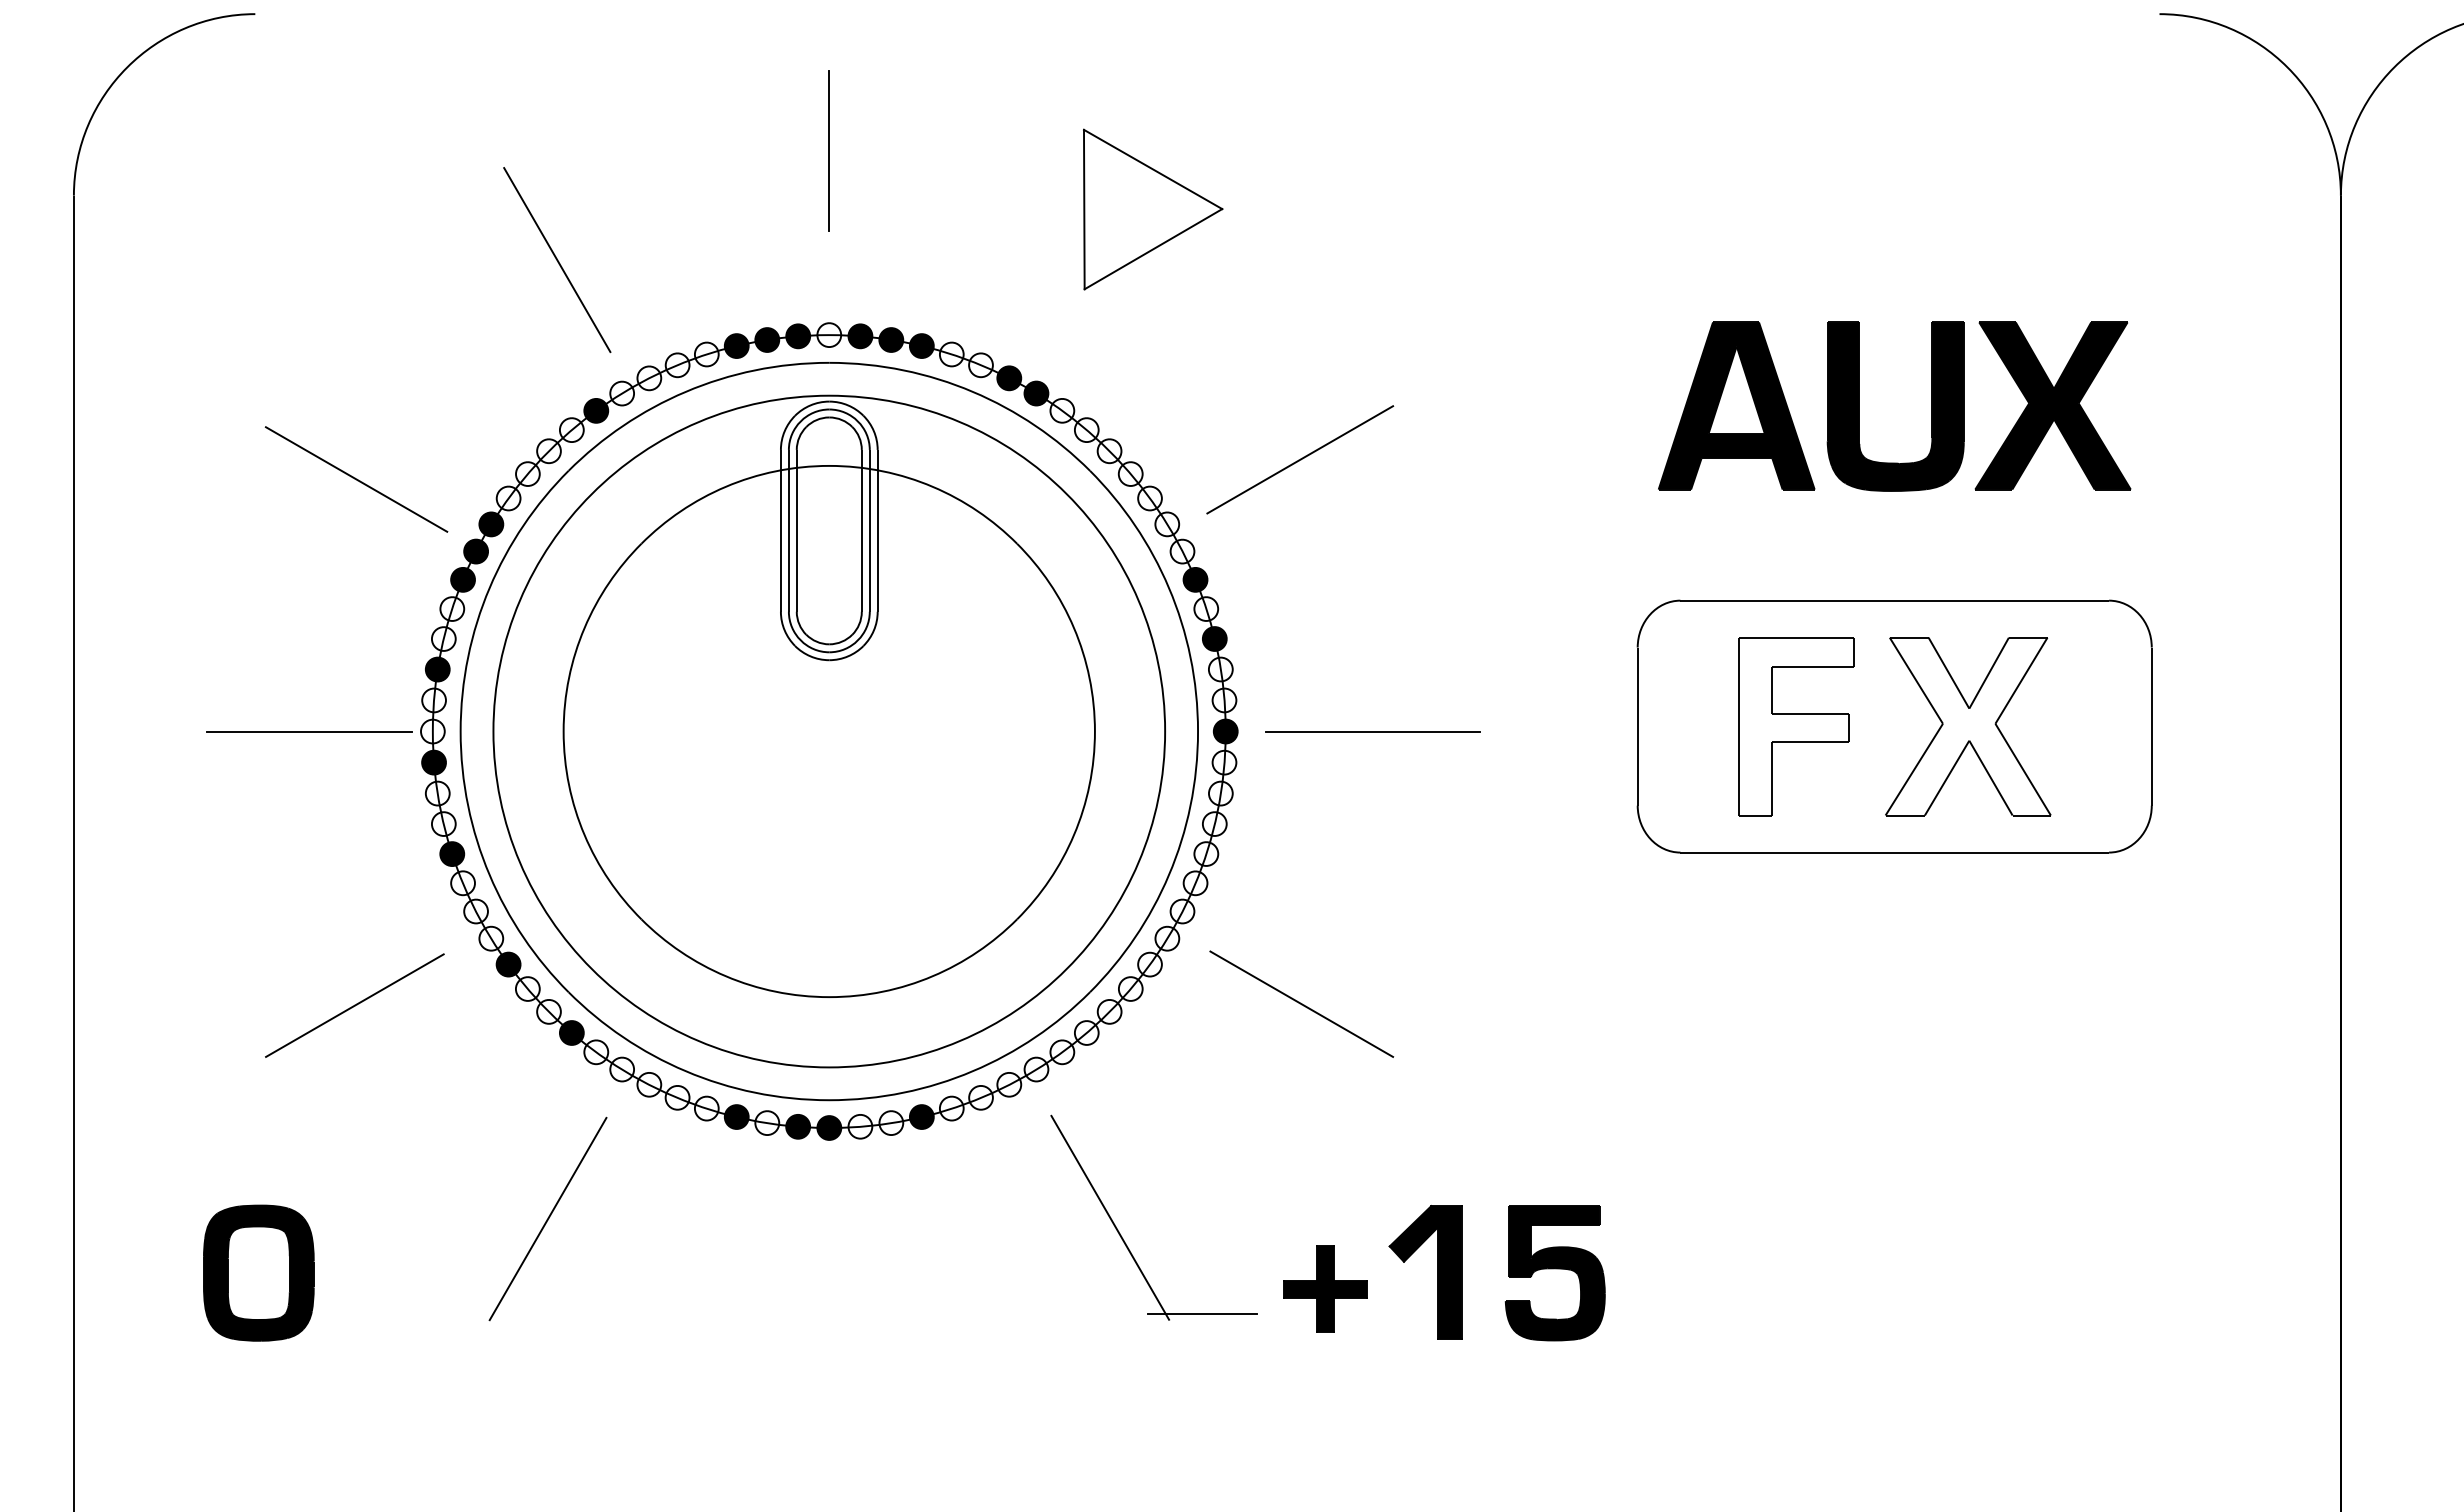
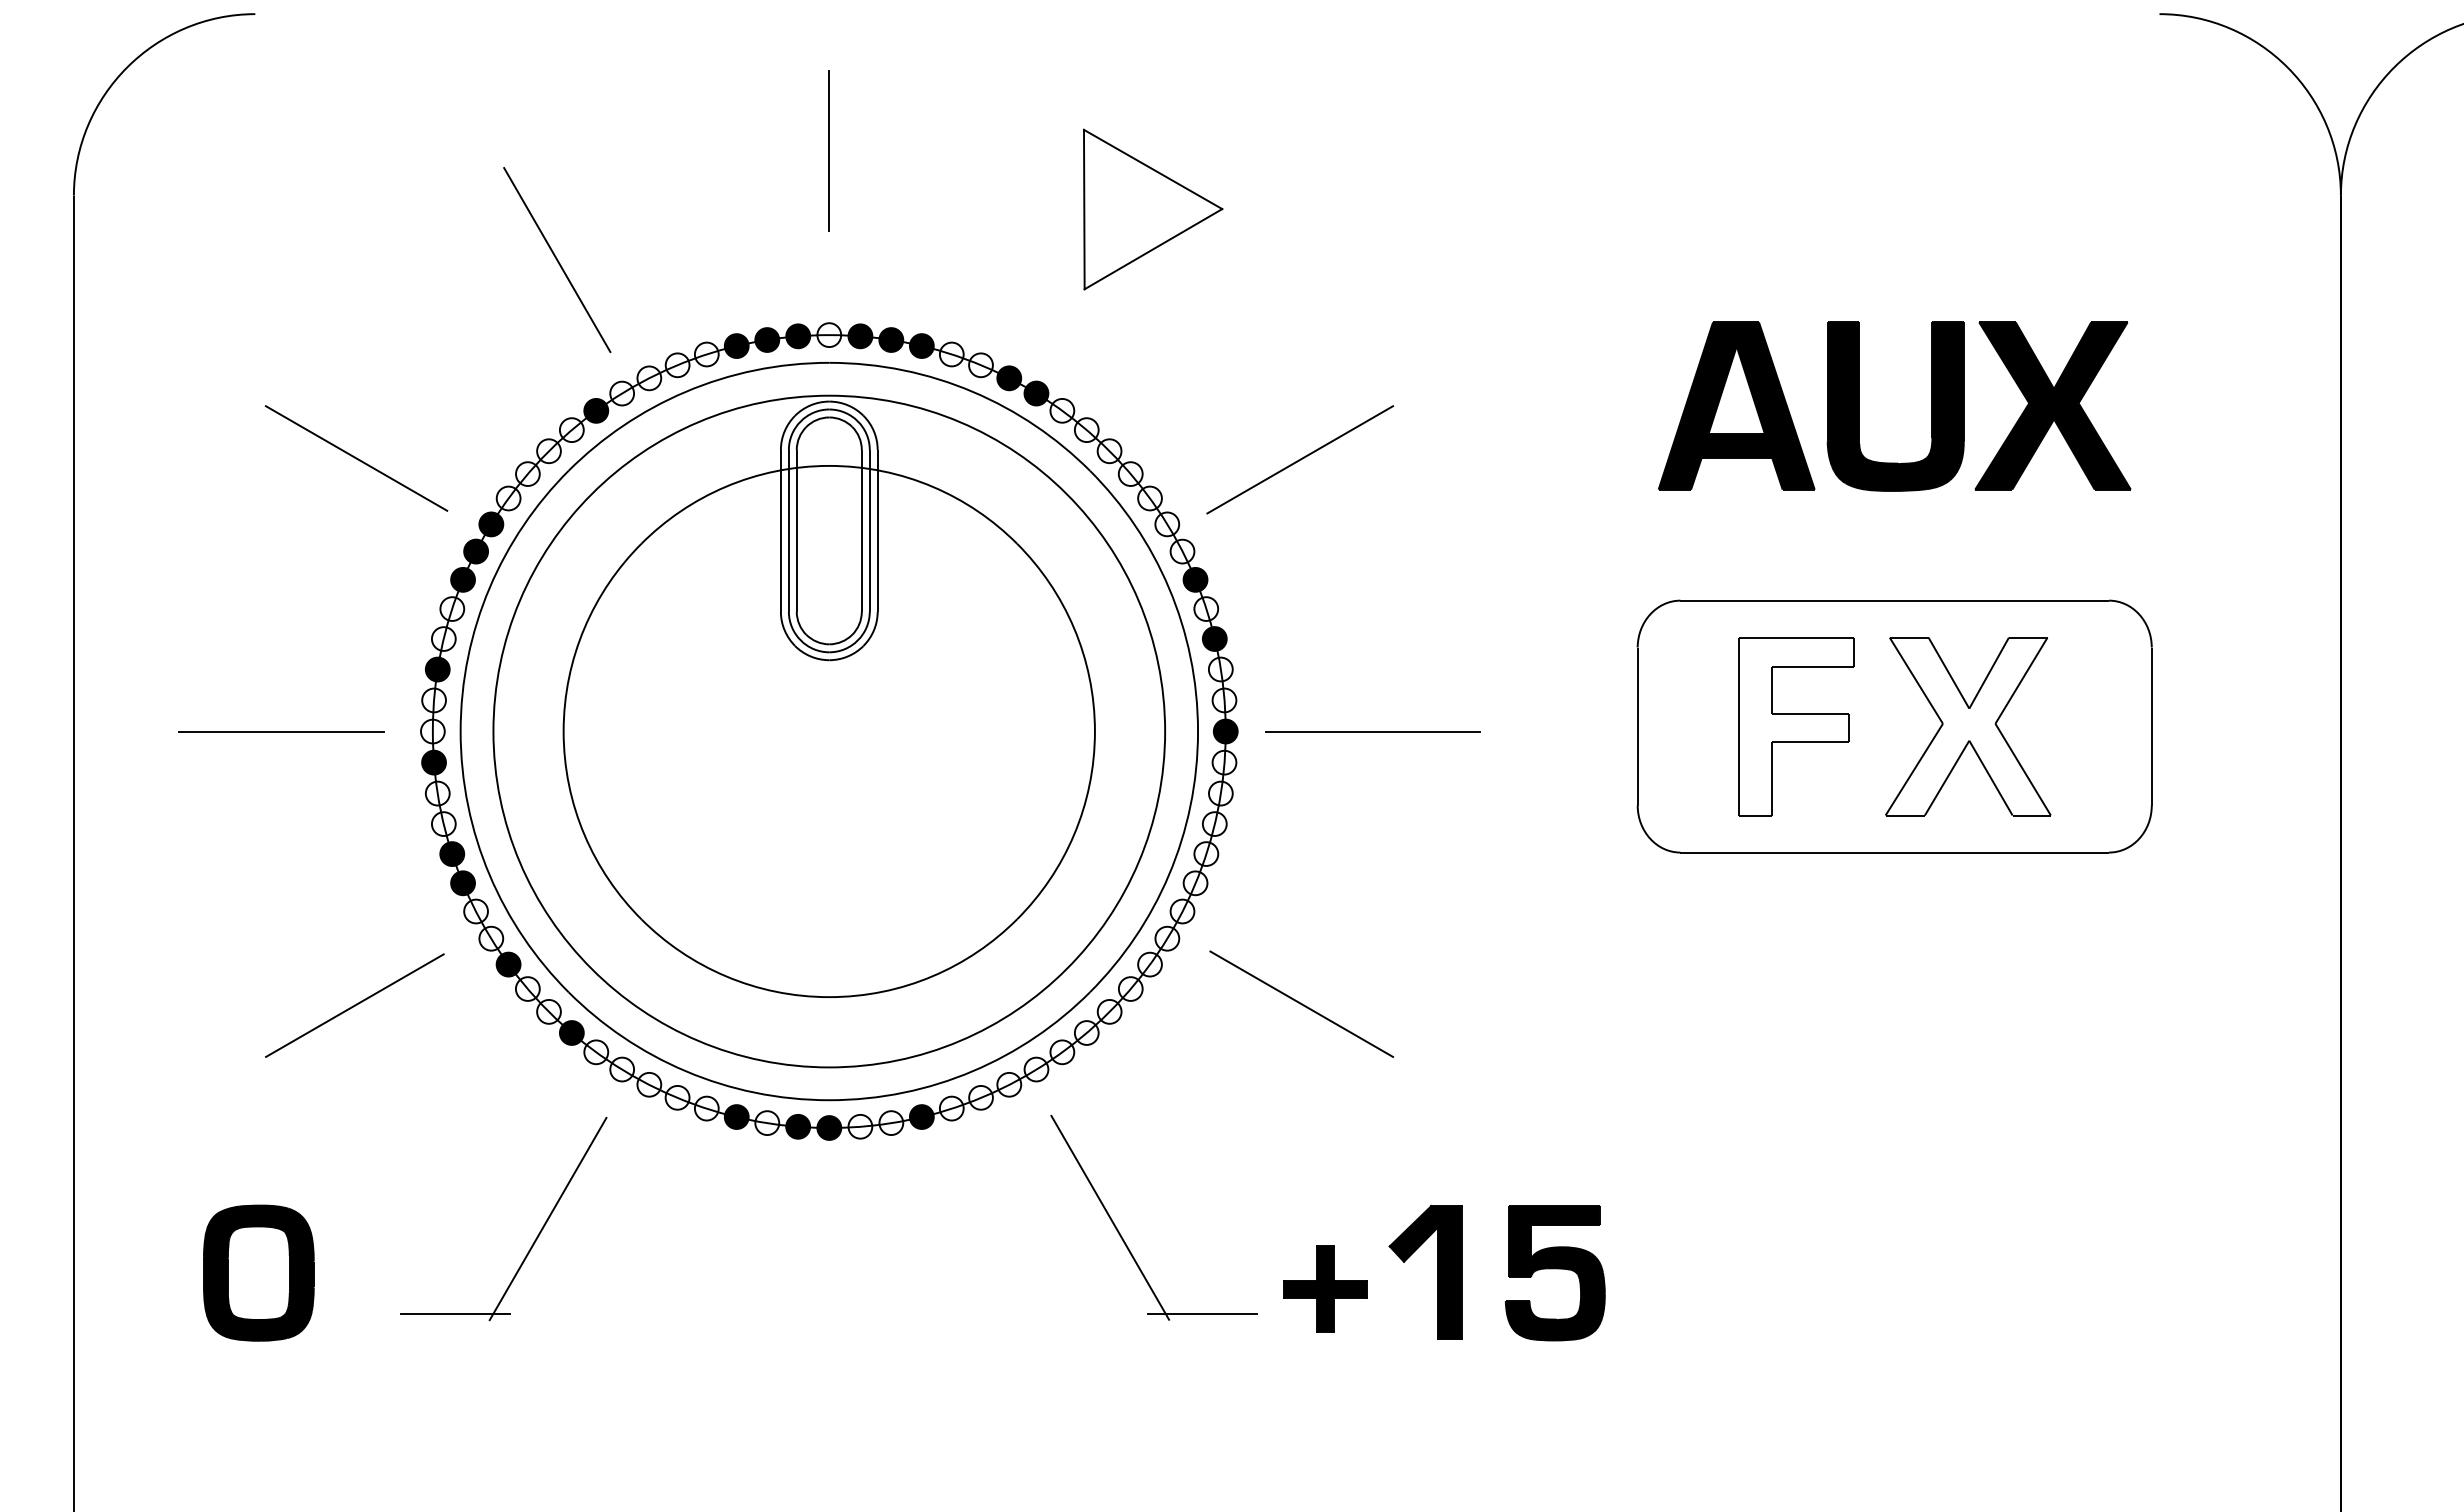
line at (356, 479) position: (356, 479) -> (356, 458)
line at (309, 731) position: (309, 731) -> (281, 731)
fill at (463, 883): none -> present
line at (454, 1313): none -> present
